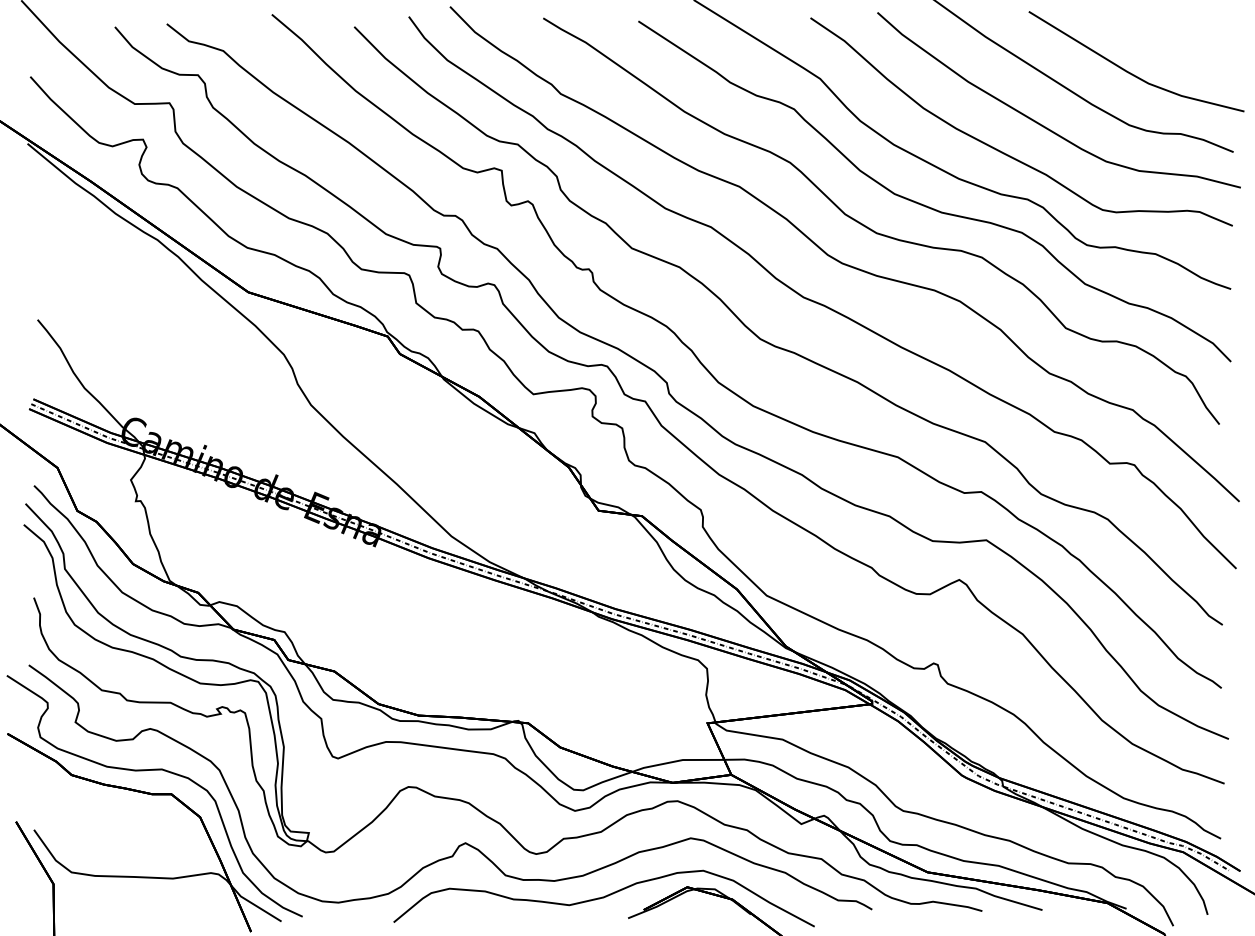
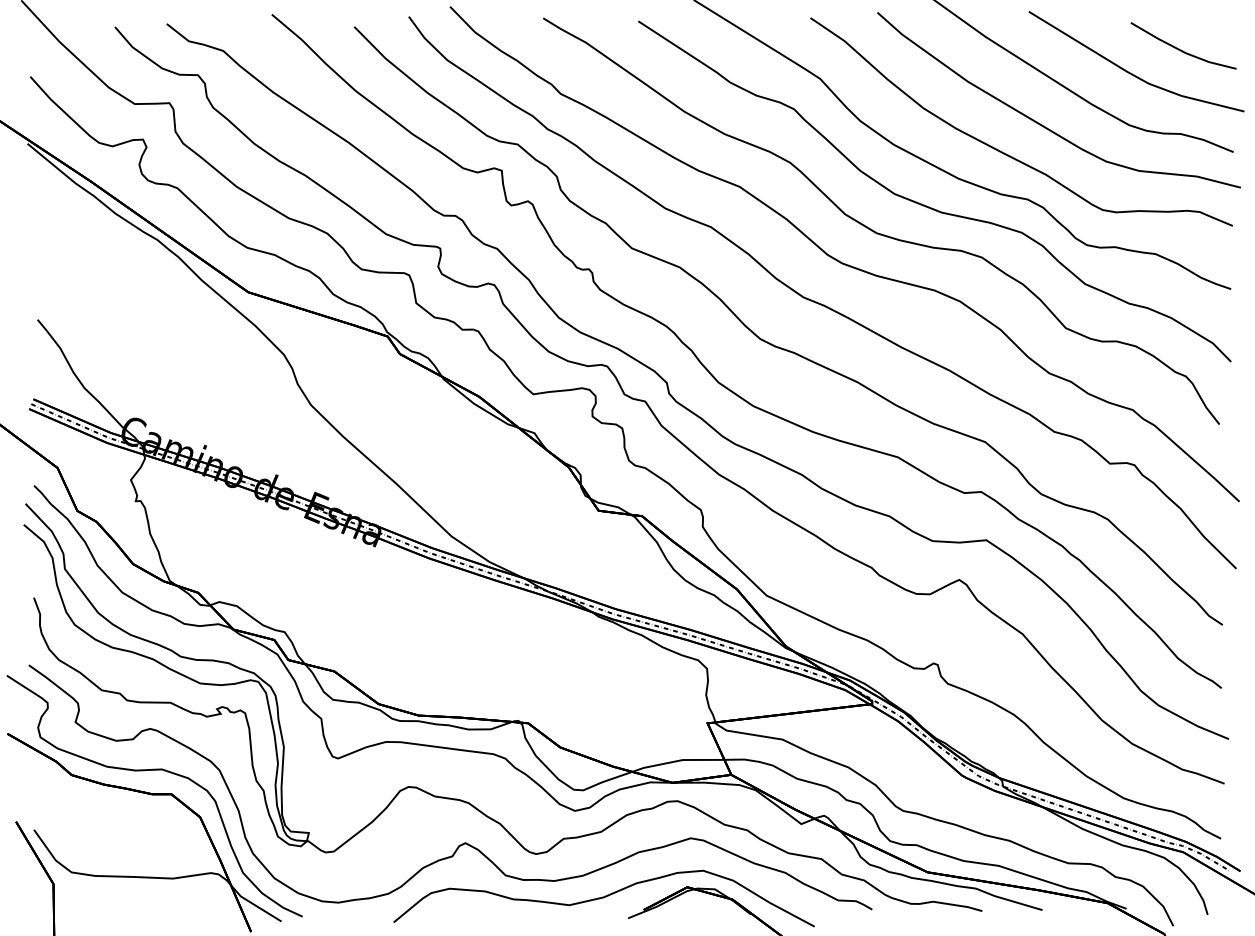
line at (1181, 49): none -> present
